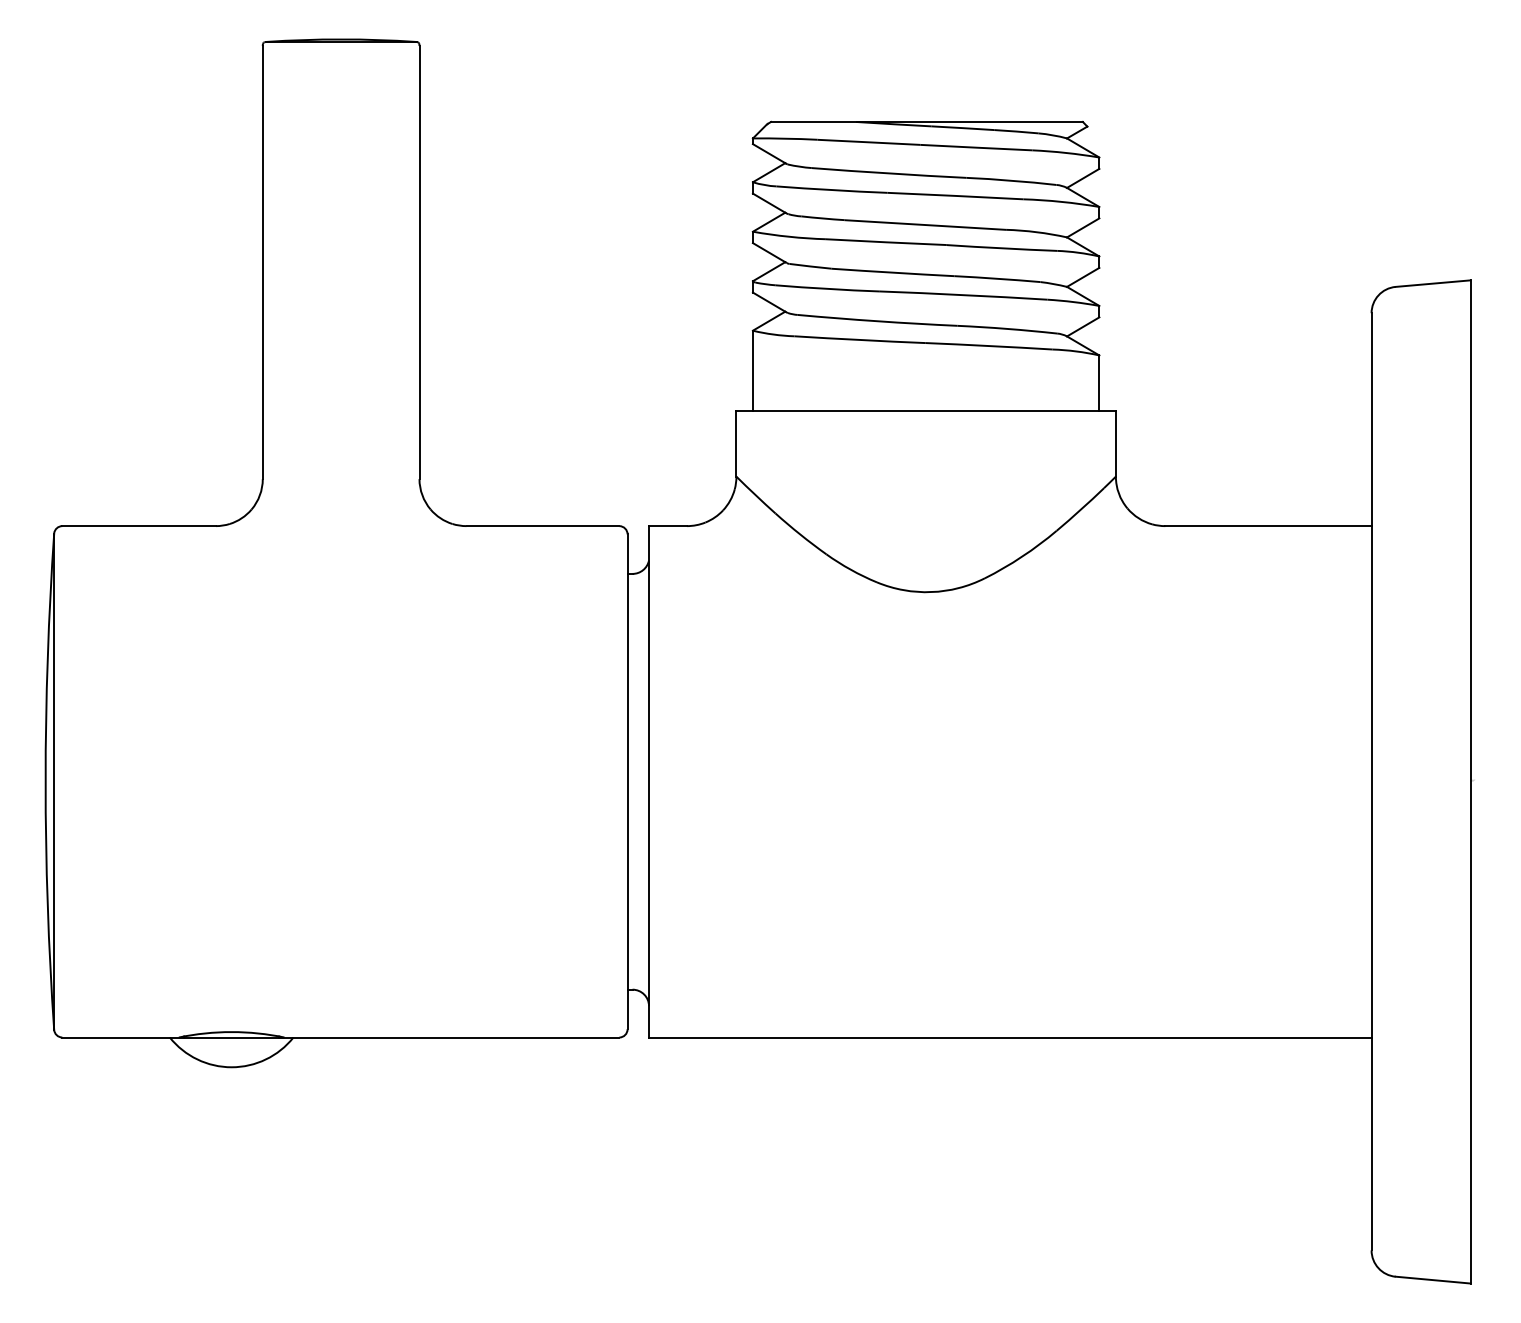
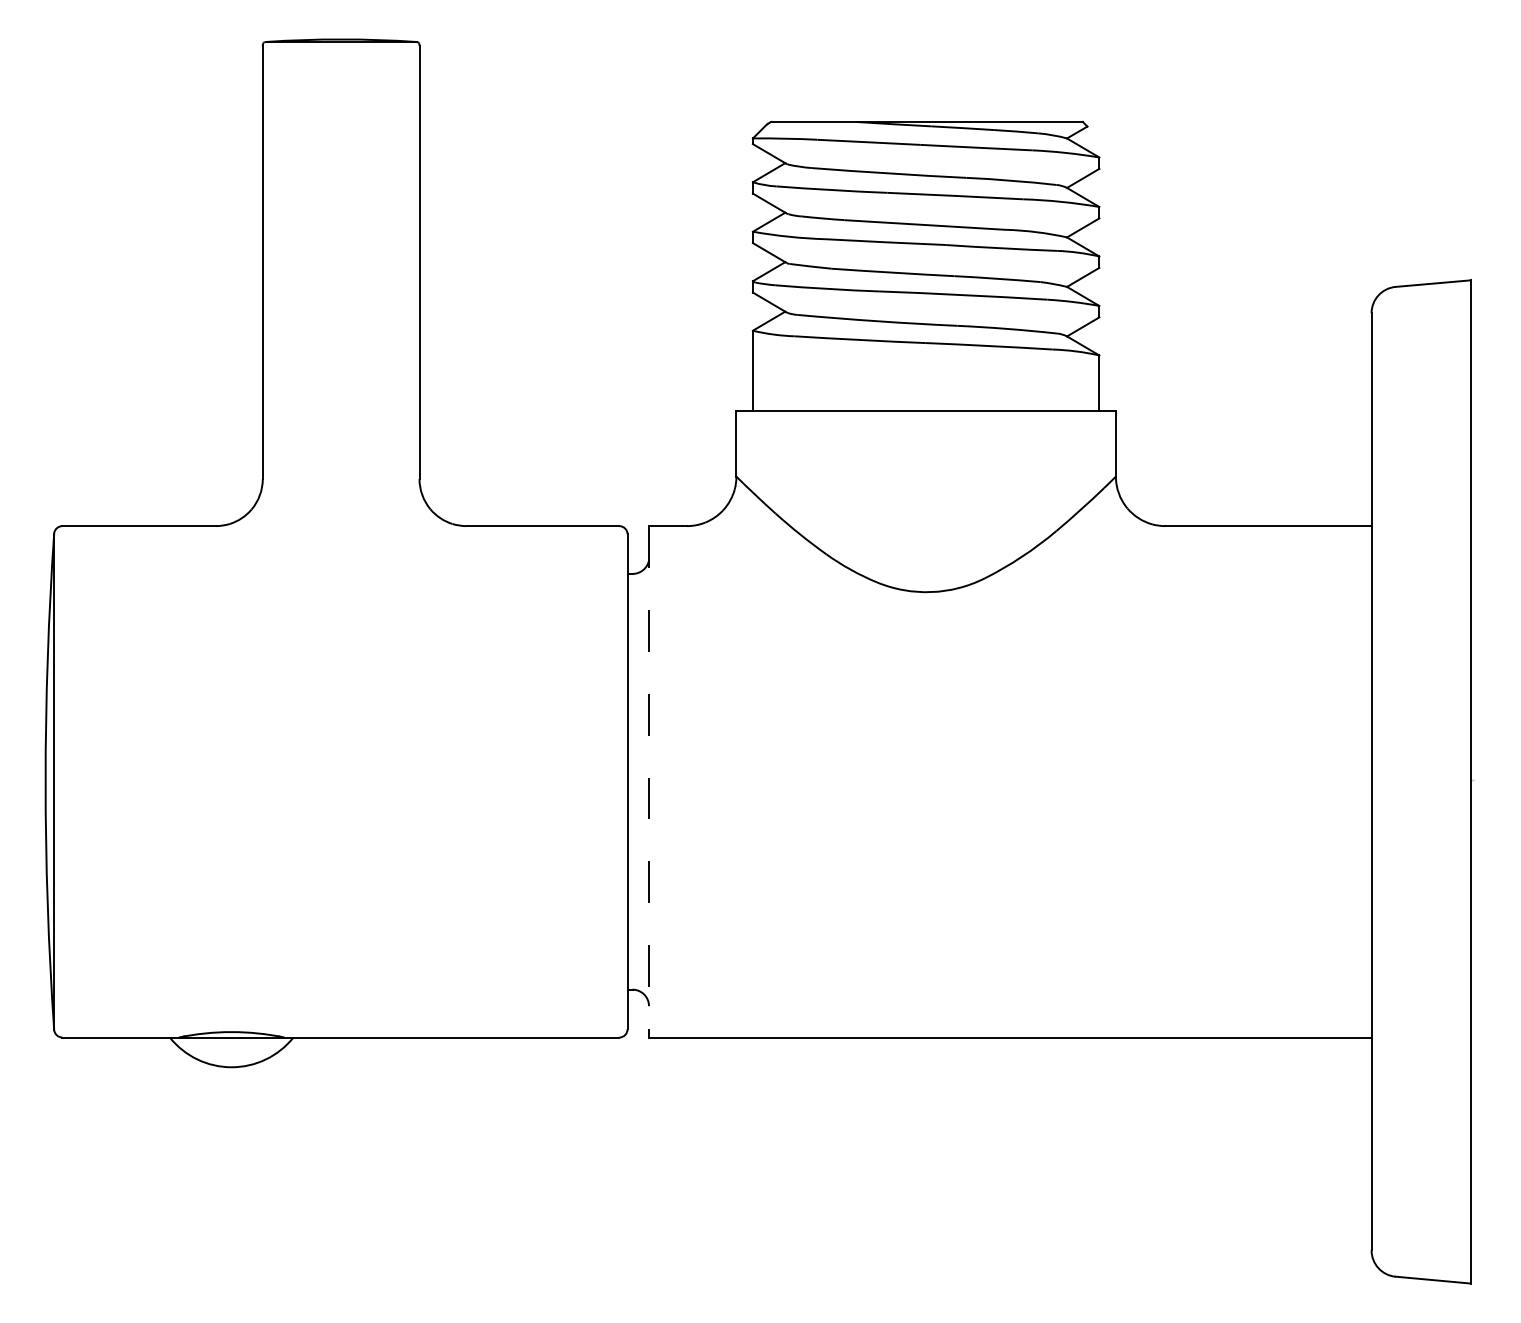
line at (649, 781): solid -> dashed
